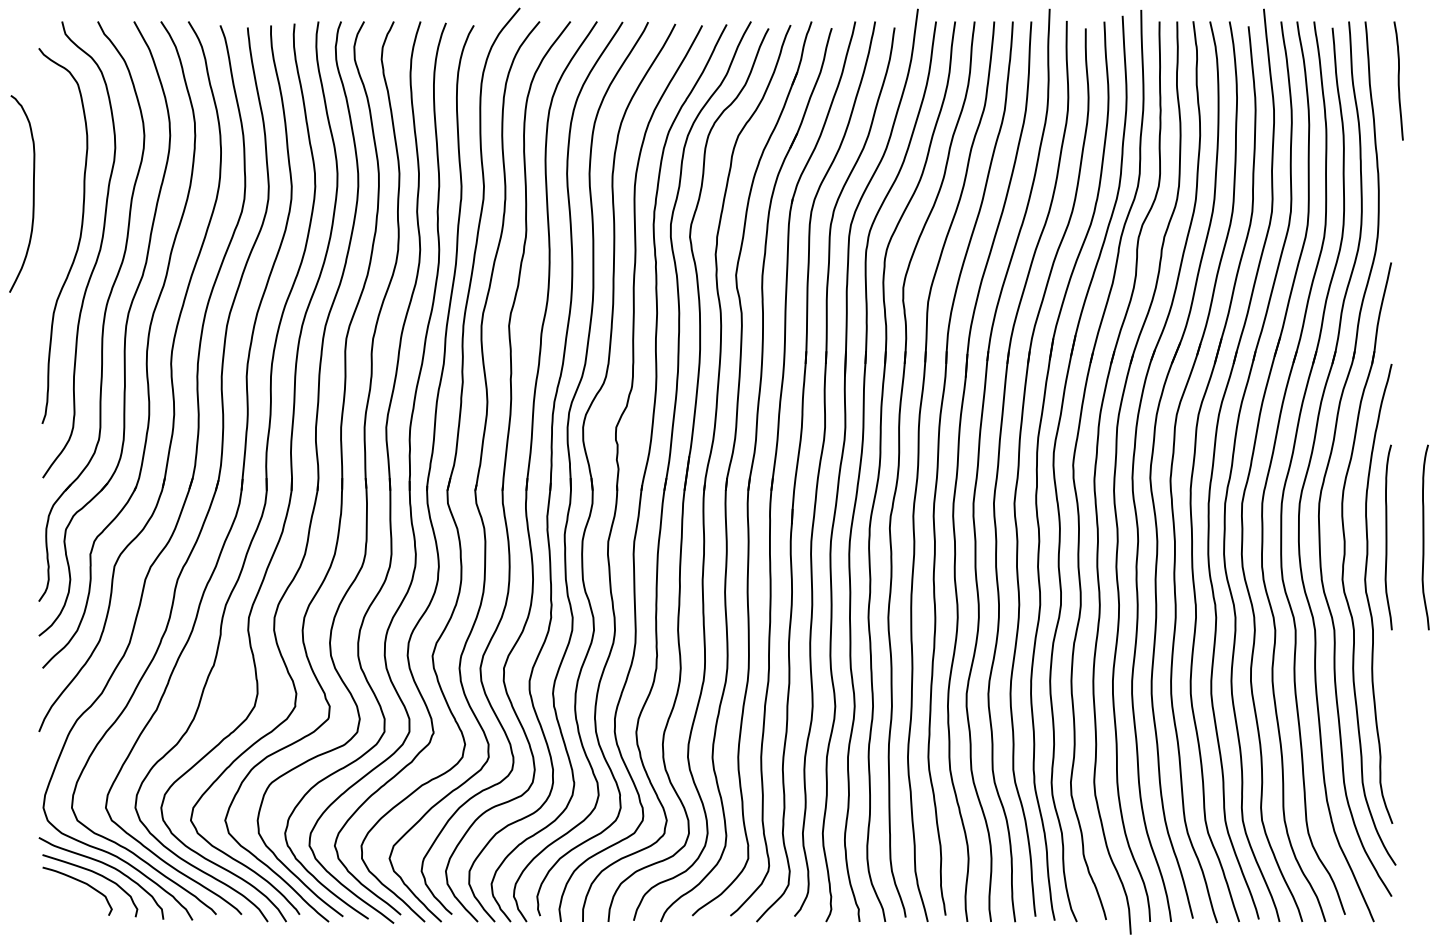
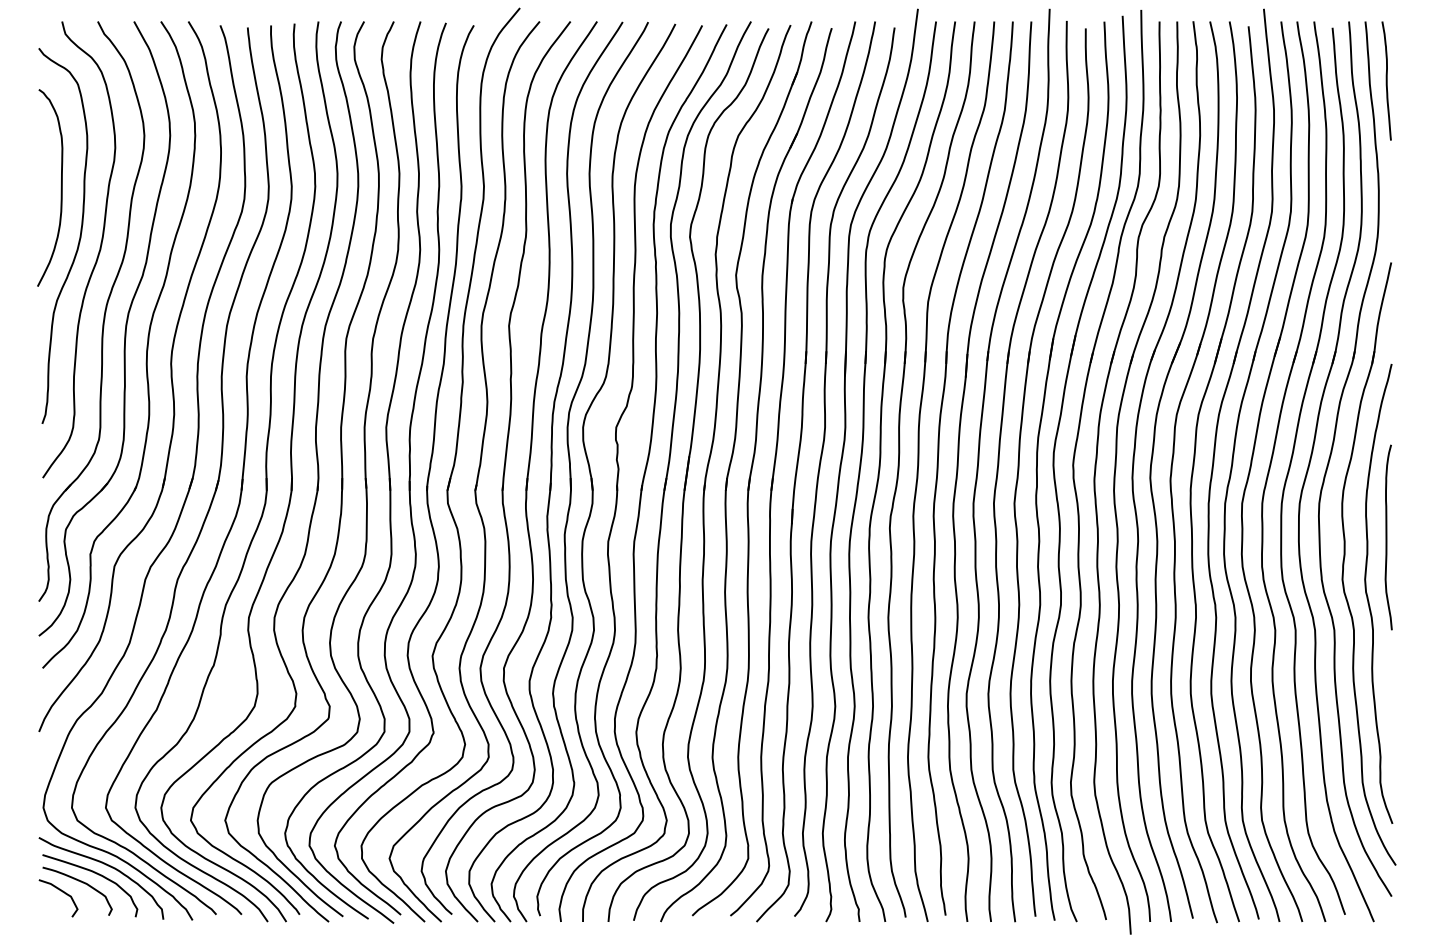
curve at (1398, 80) position: (1398, 80) -> (1386, 80)
curve at (32, 193) position: (32, 193) -> (60, 187)
curve at (1424, 537): present -> none
curve at (62, 892): none -> present
